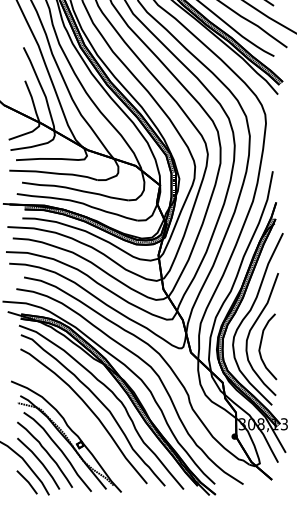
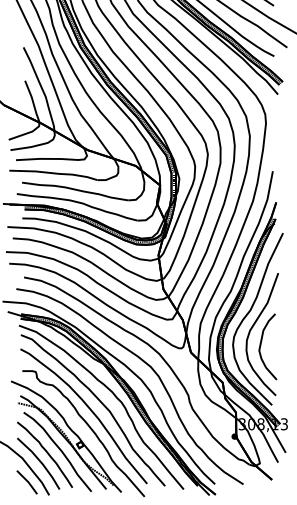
curve at (88, 427): none -> present
